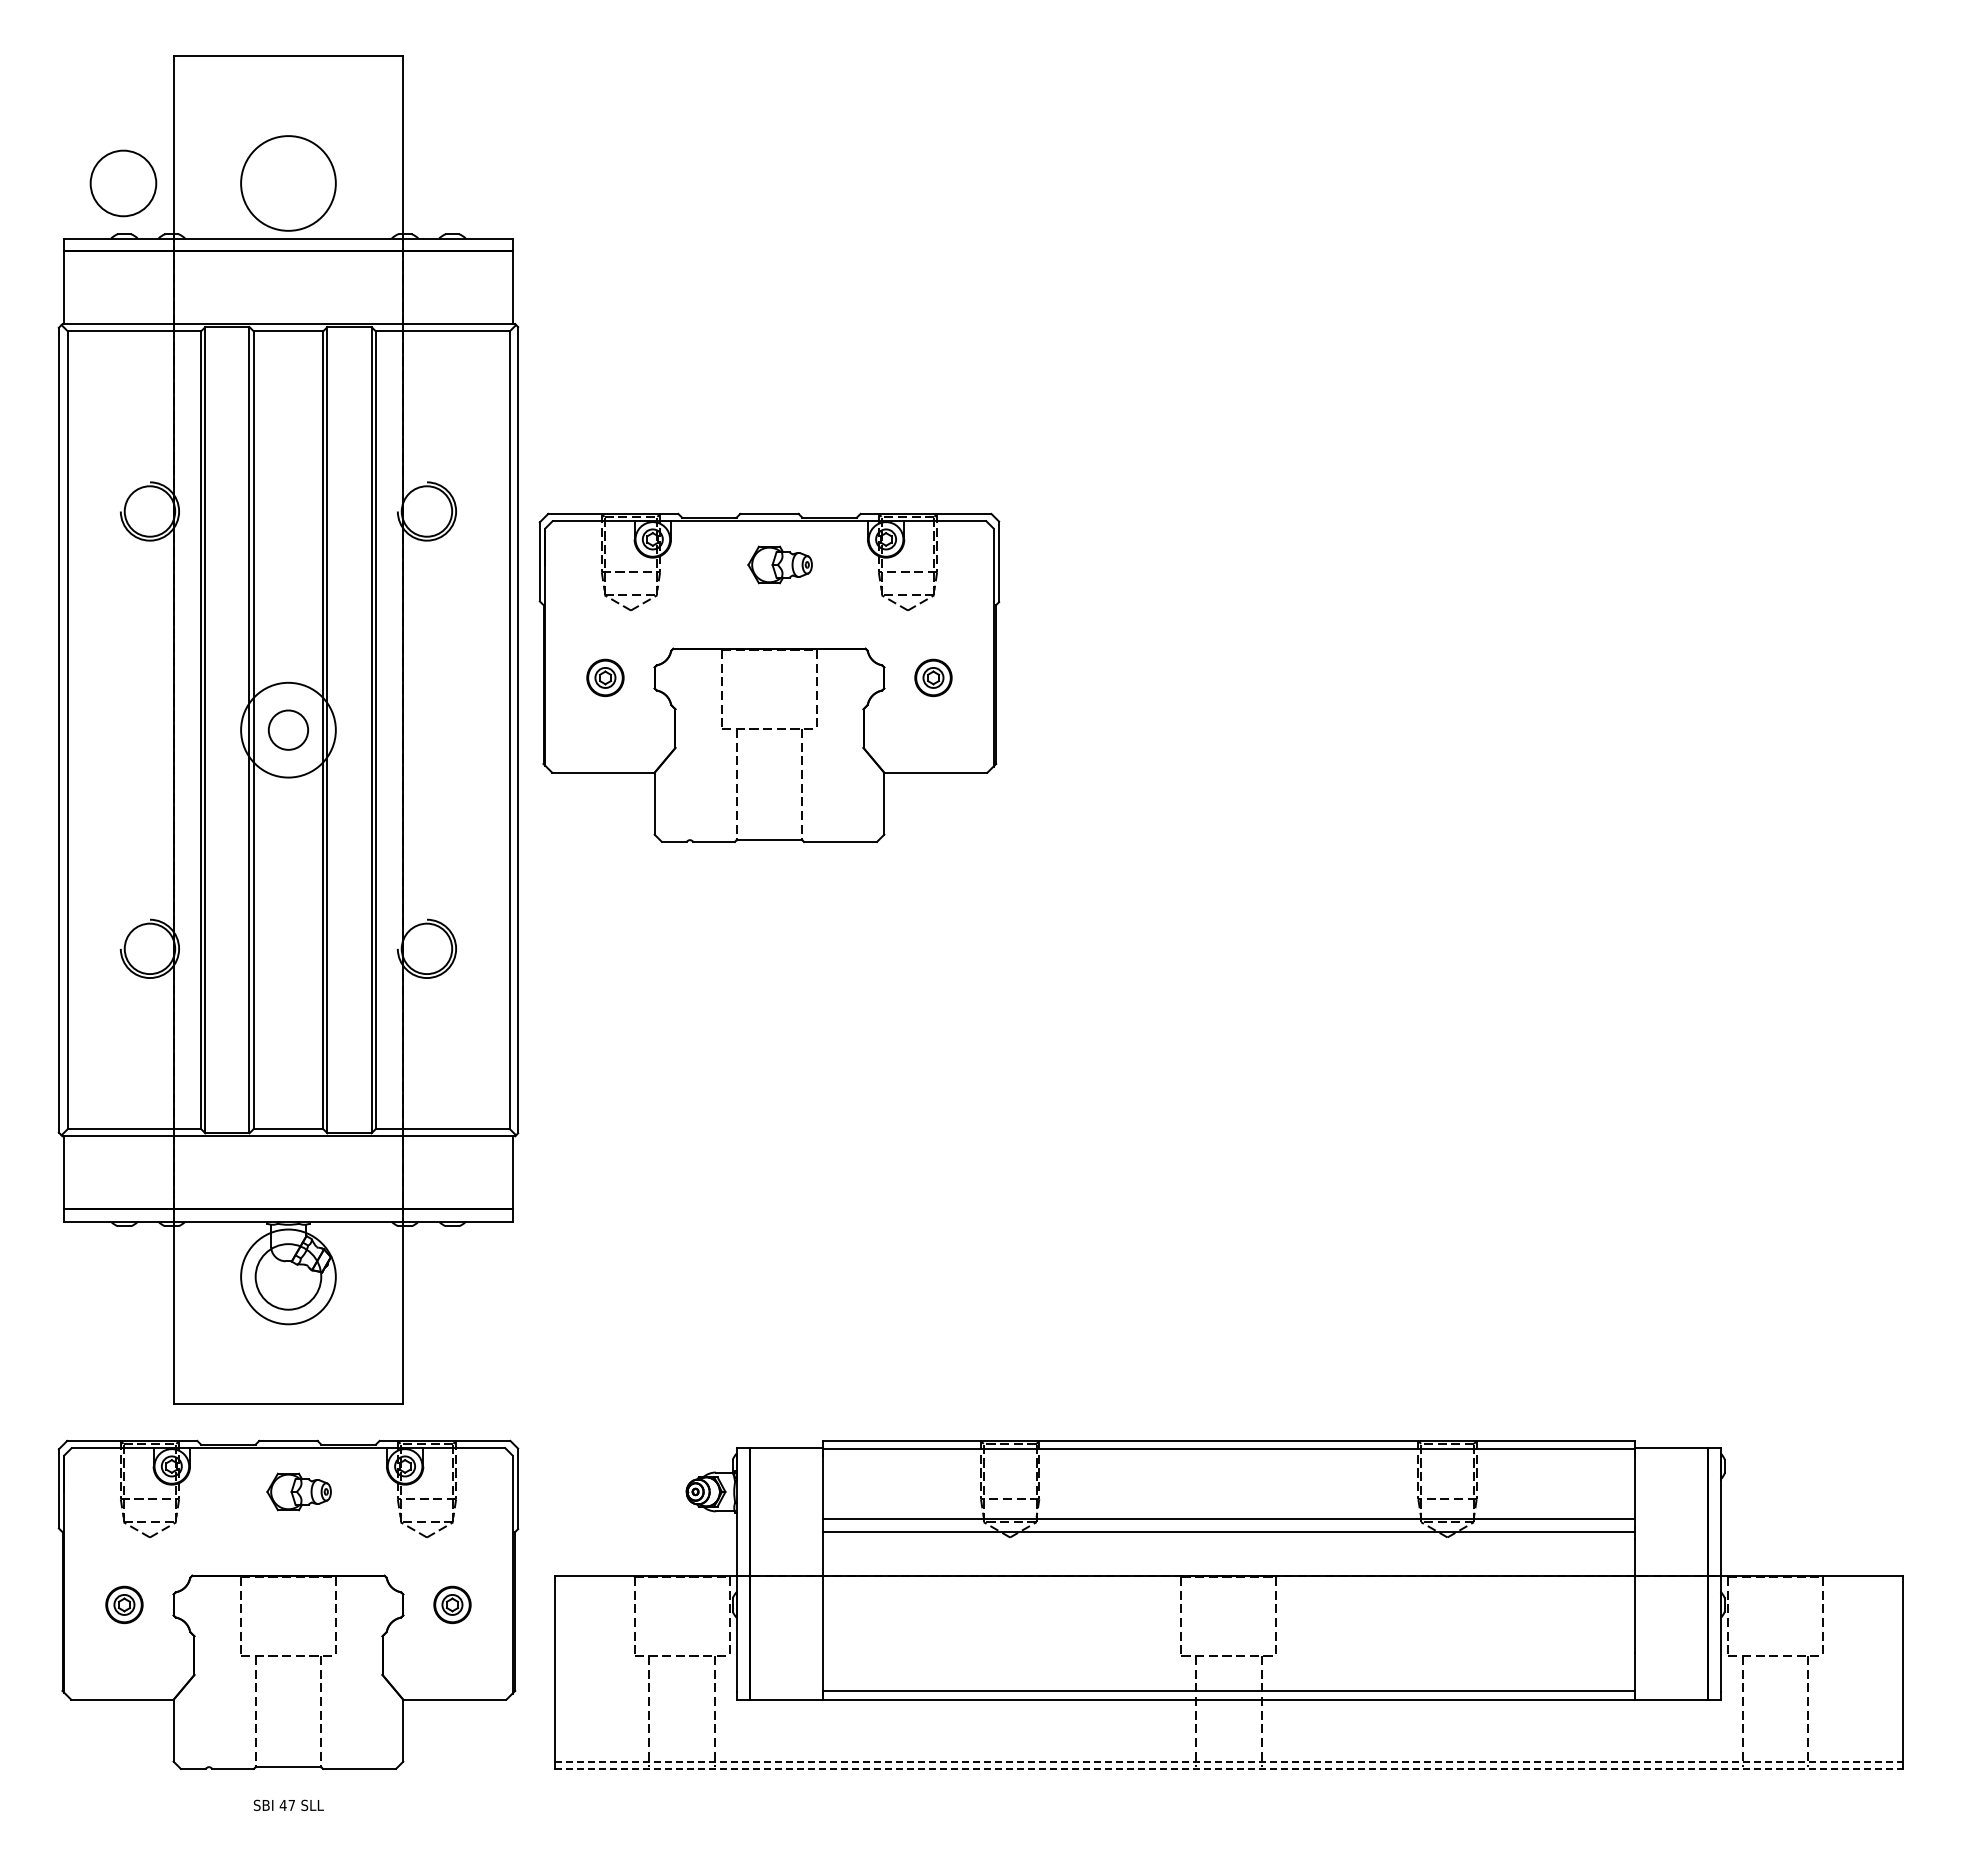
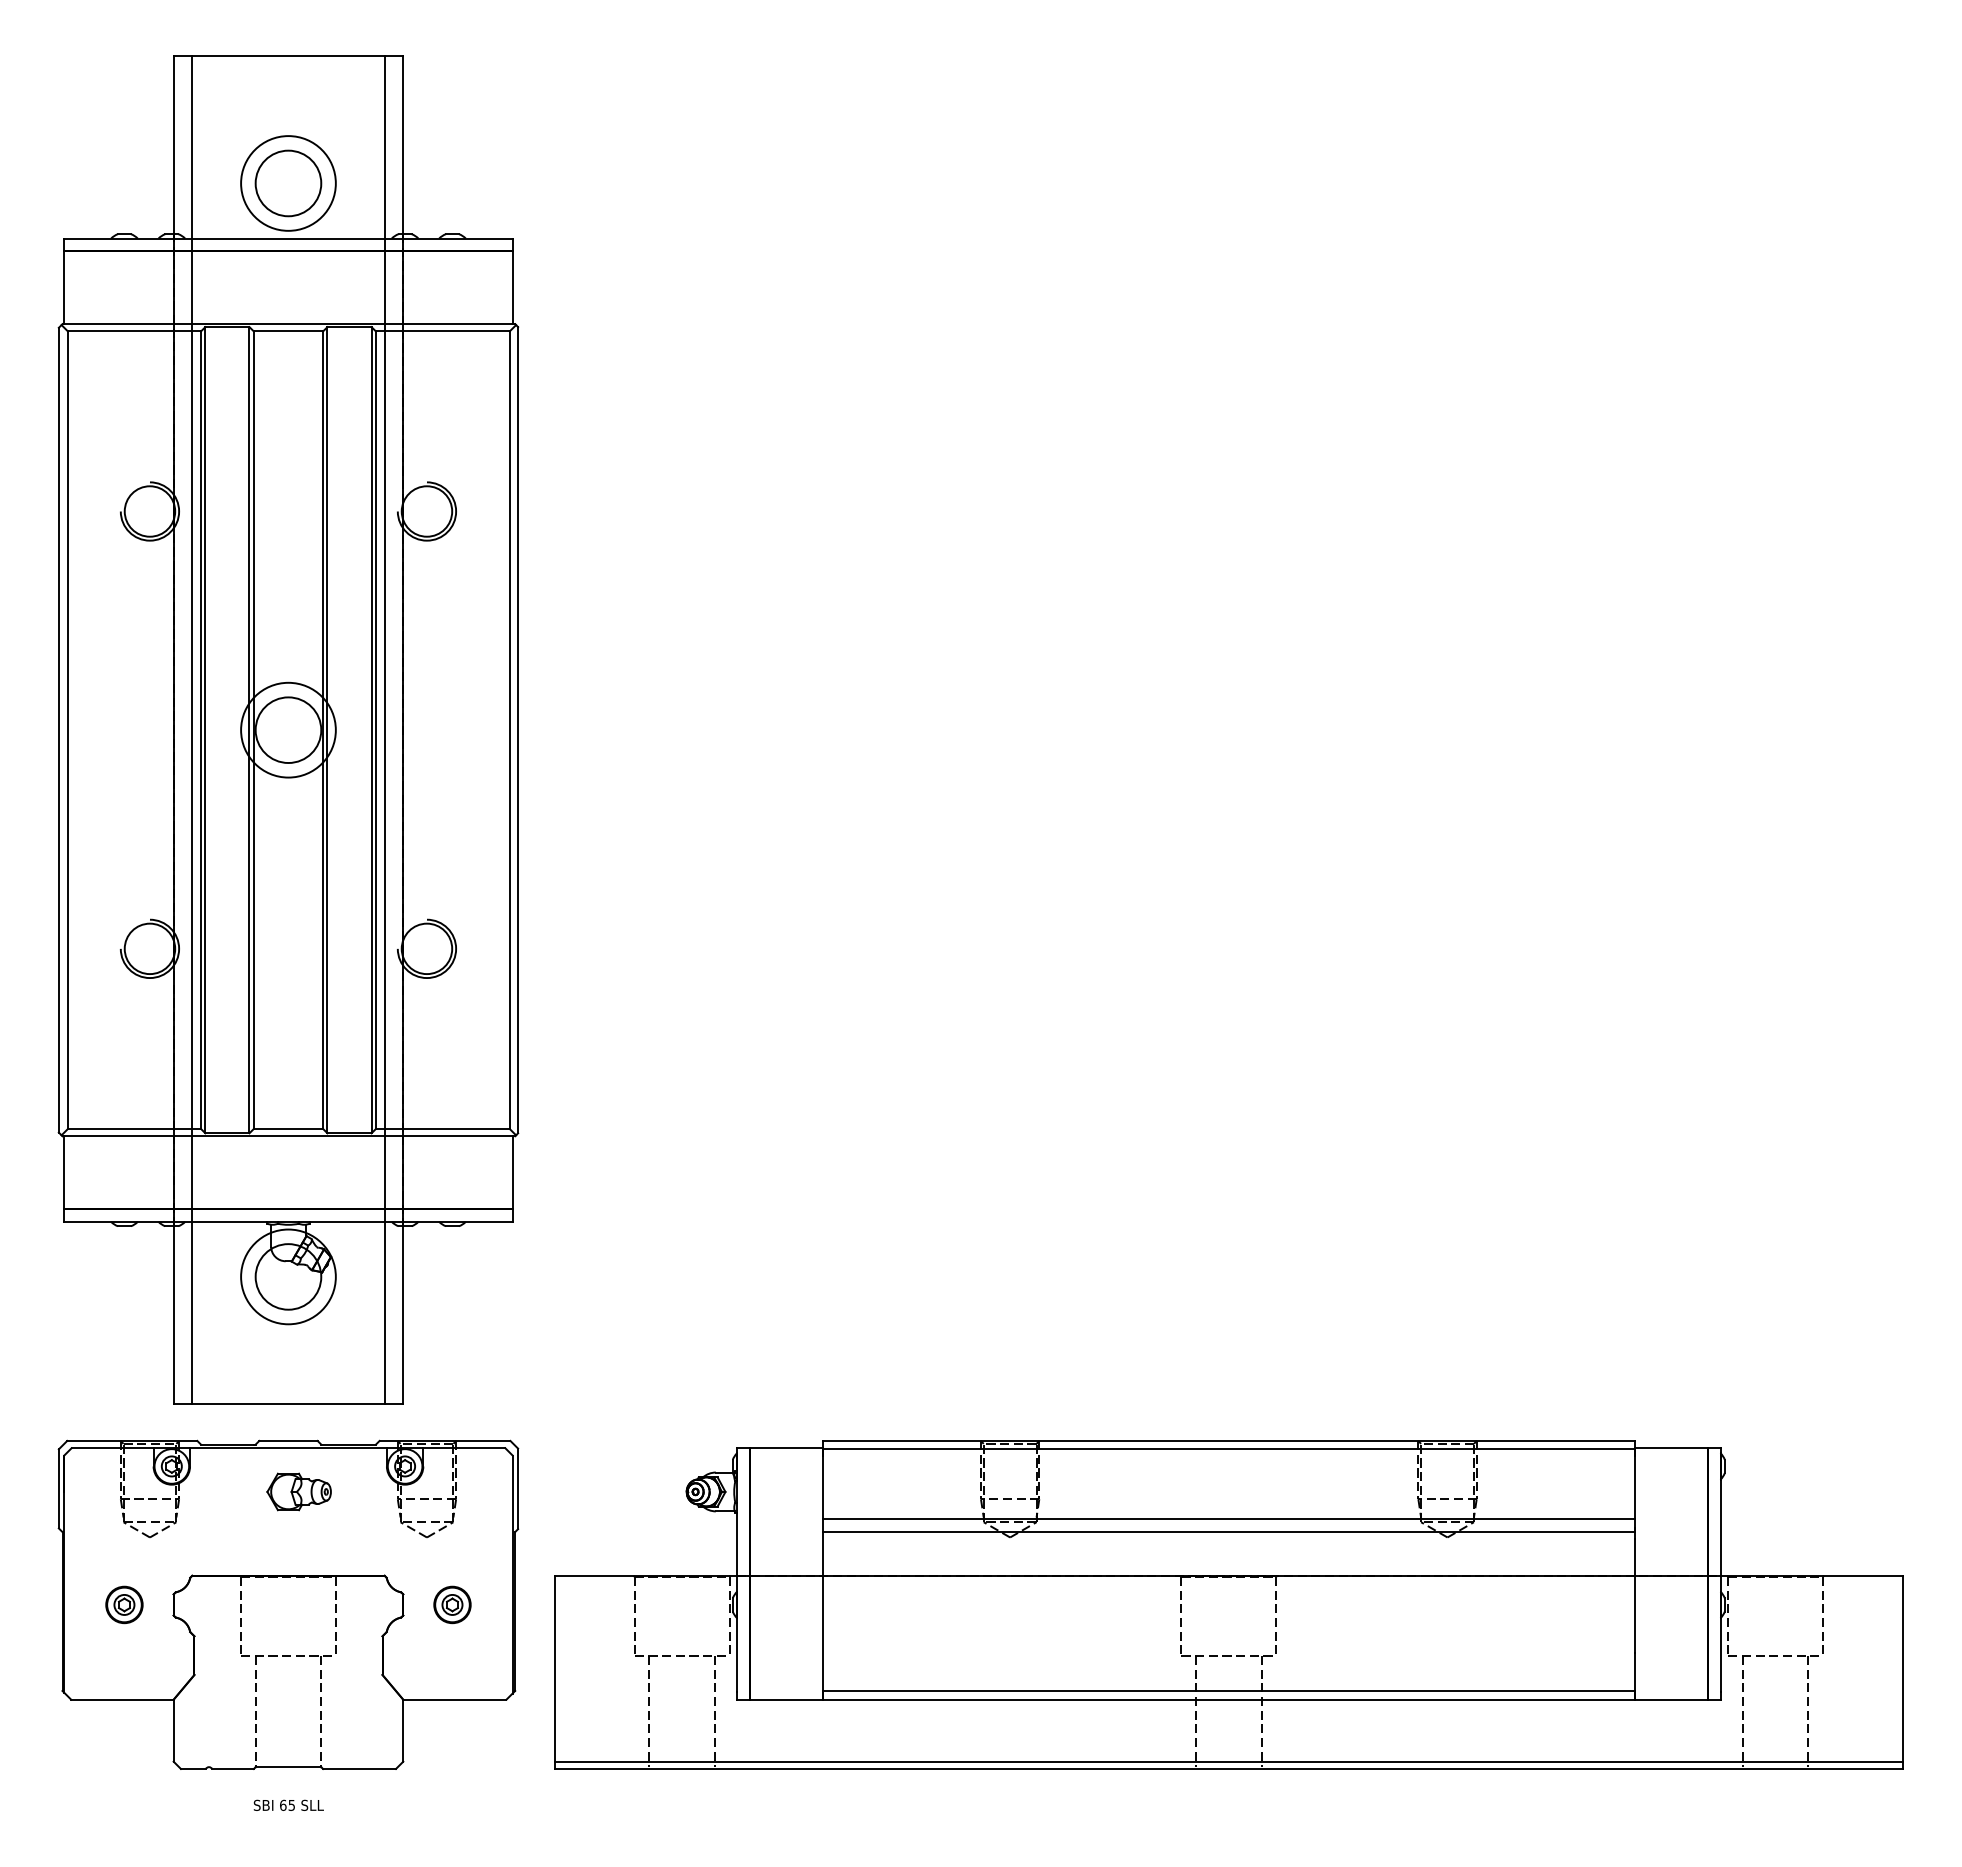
circle at (123, 183) position: (123, 183) -> (288, 183)
part at (769, 677): present -> none
line at (192, 729): none -> present
circle at (288, 729) diameter: 39 px -> 66 px
line at (384, 729): none -> present
line at (1229, 1761): dashed -> solid
line at (1229, 1768): dashed -> solid
text at (286, 1804): 47 -> 65
